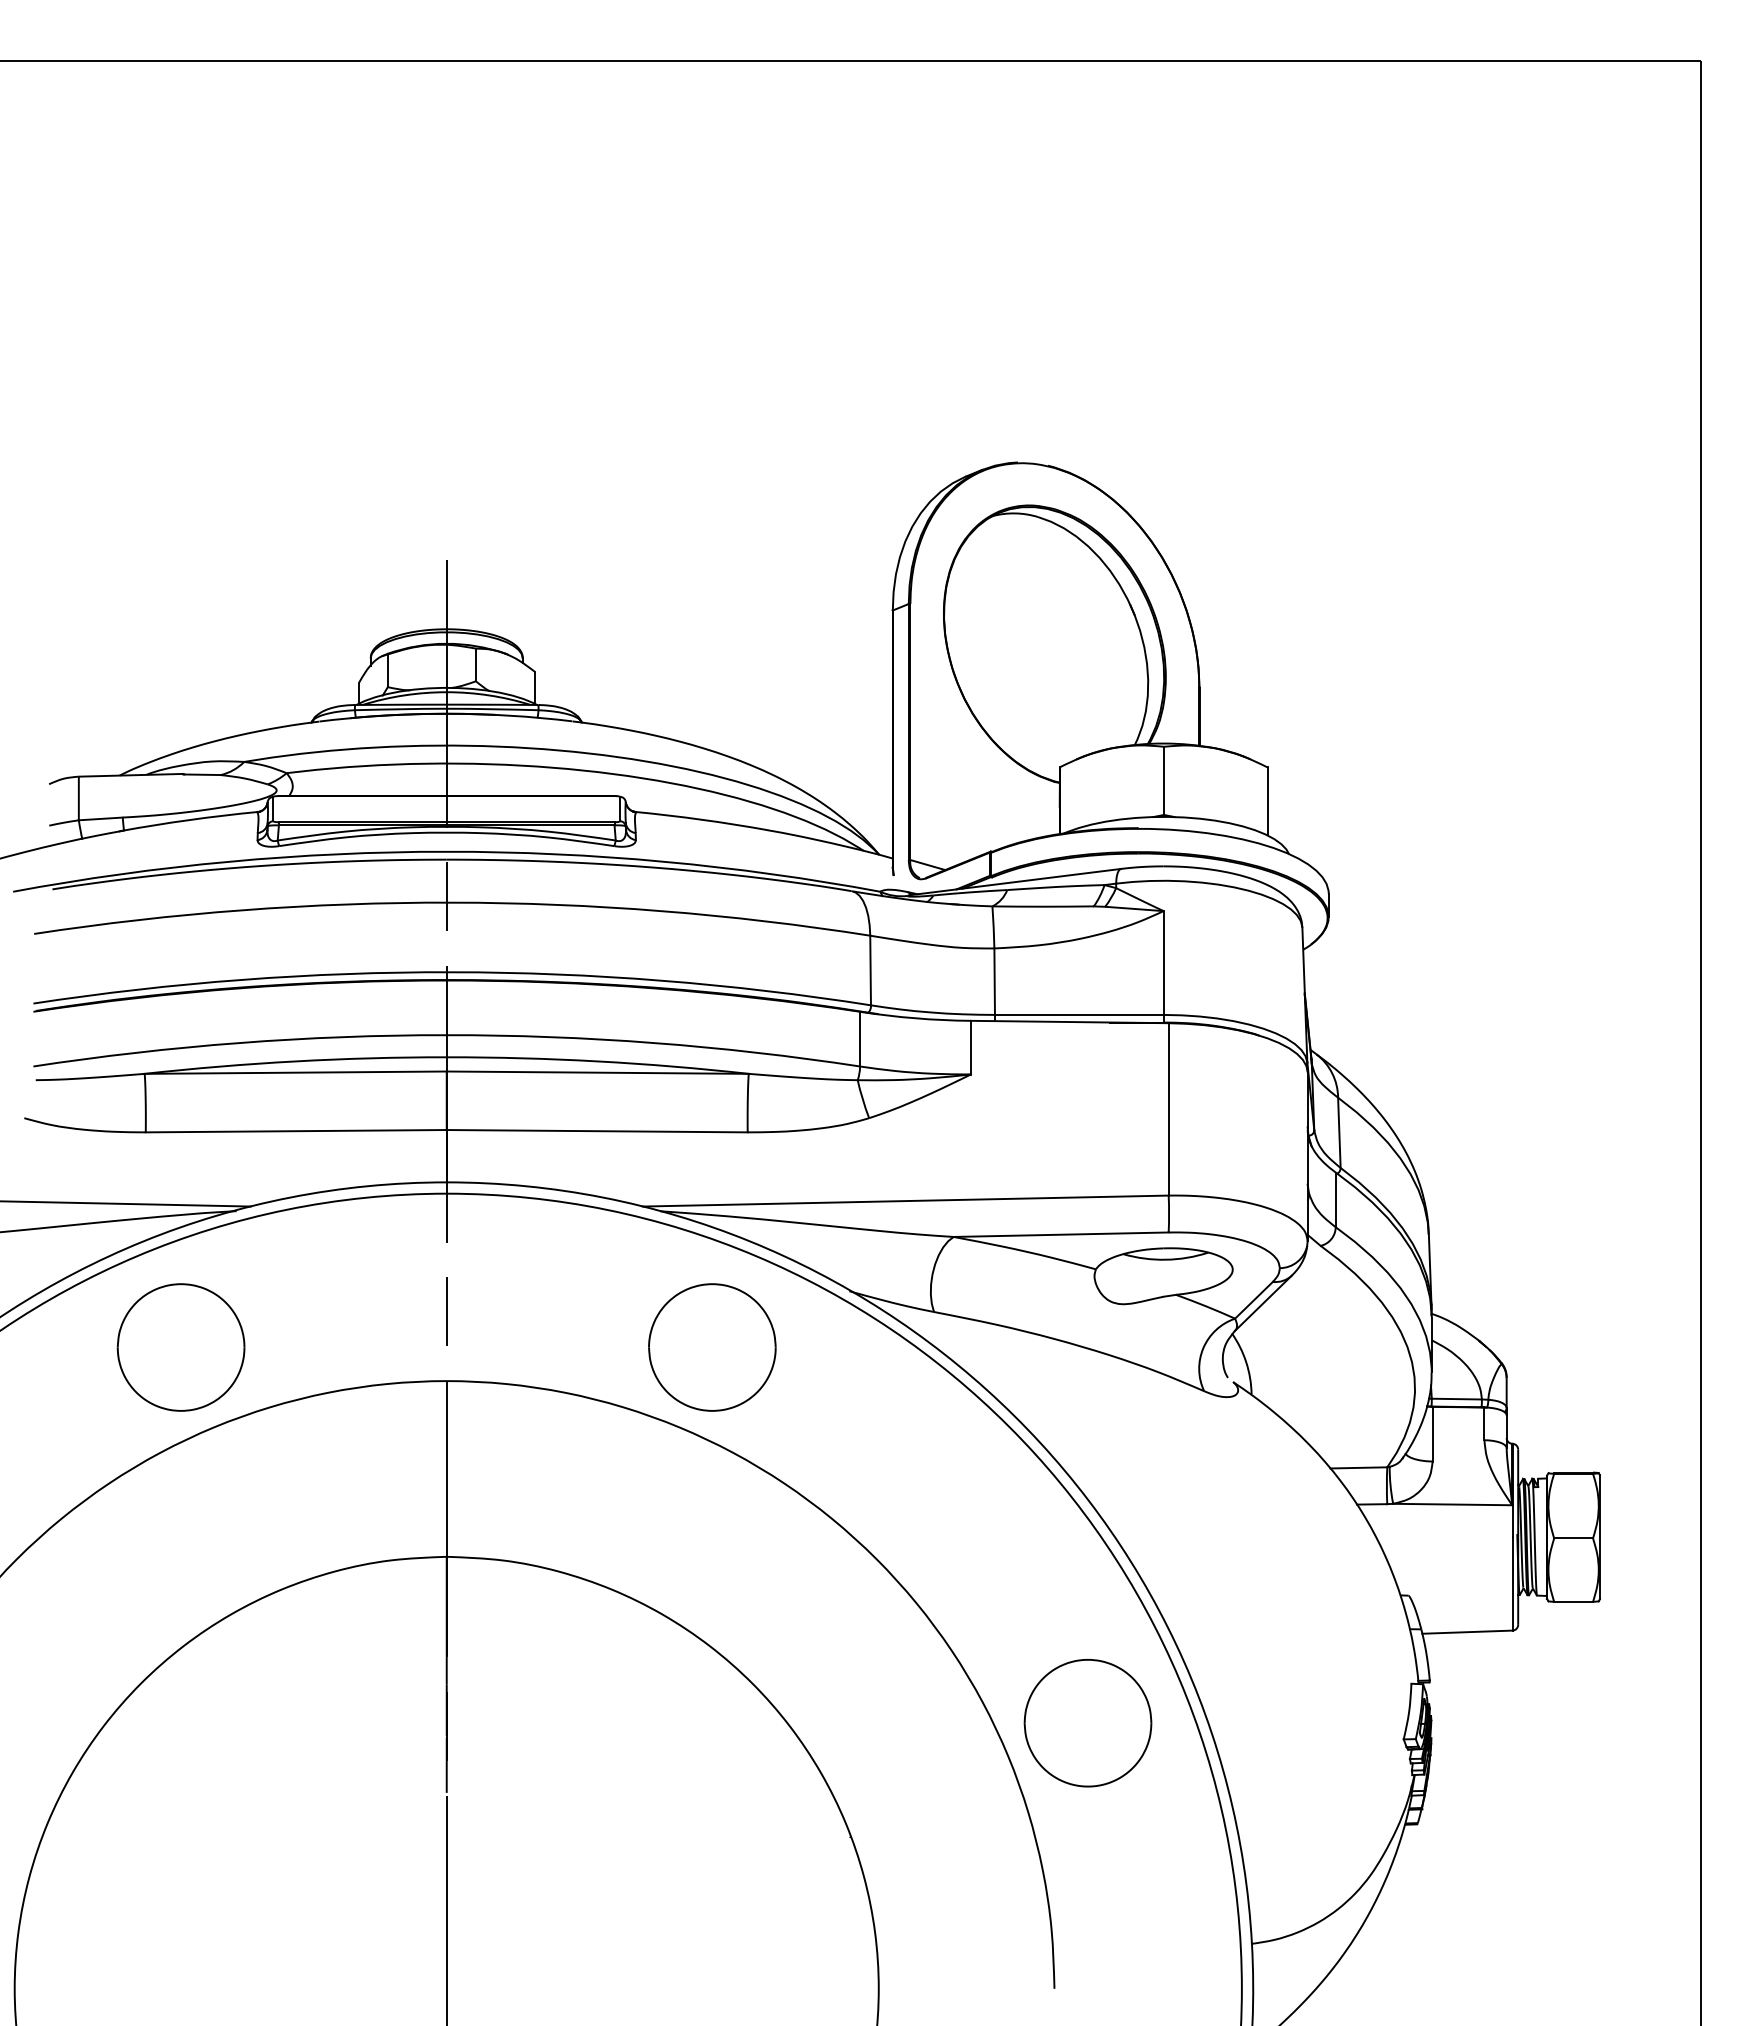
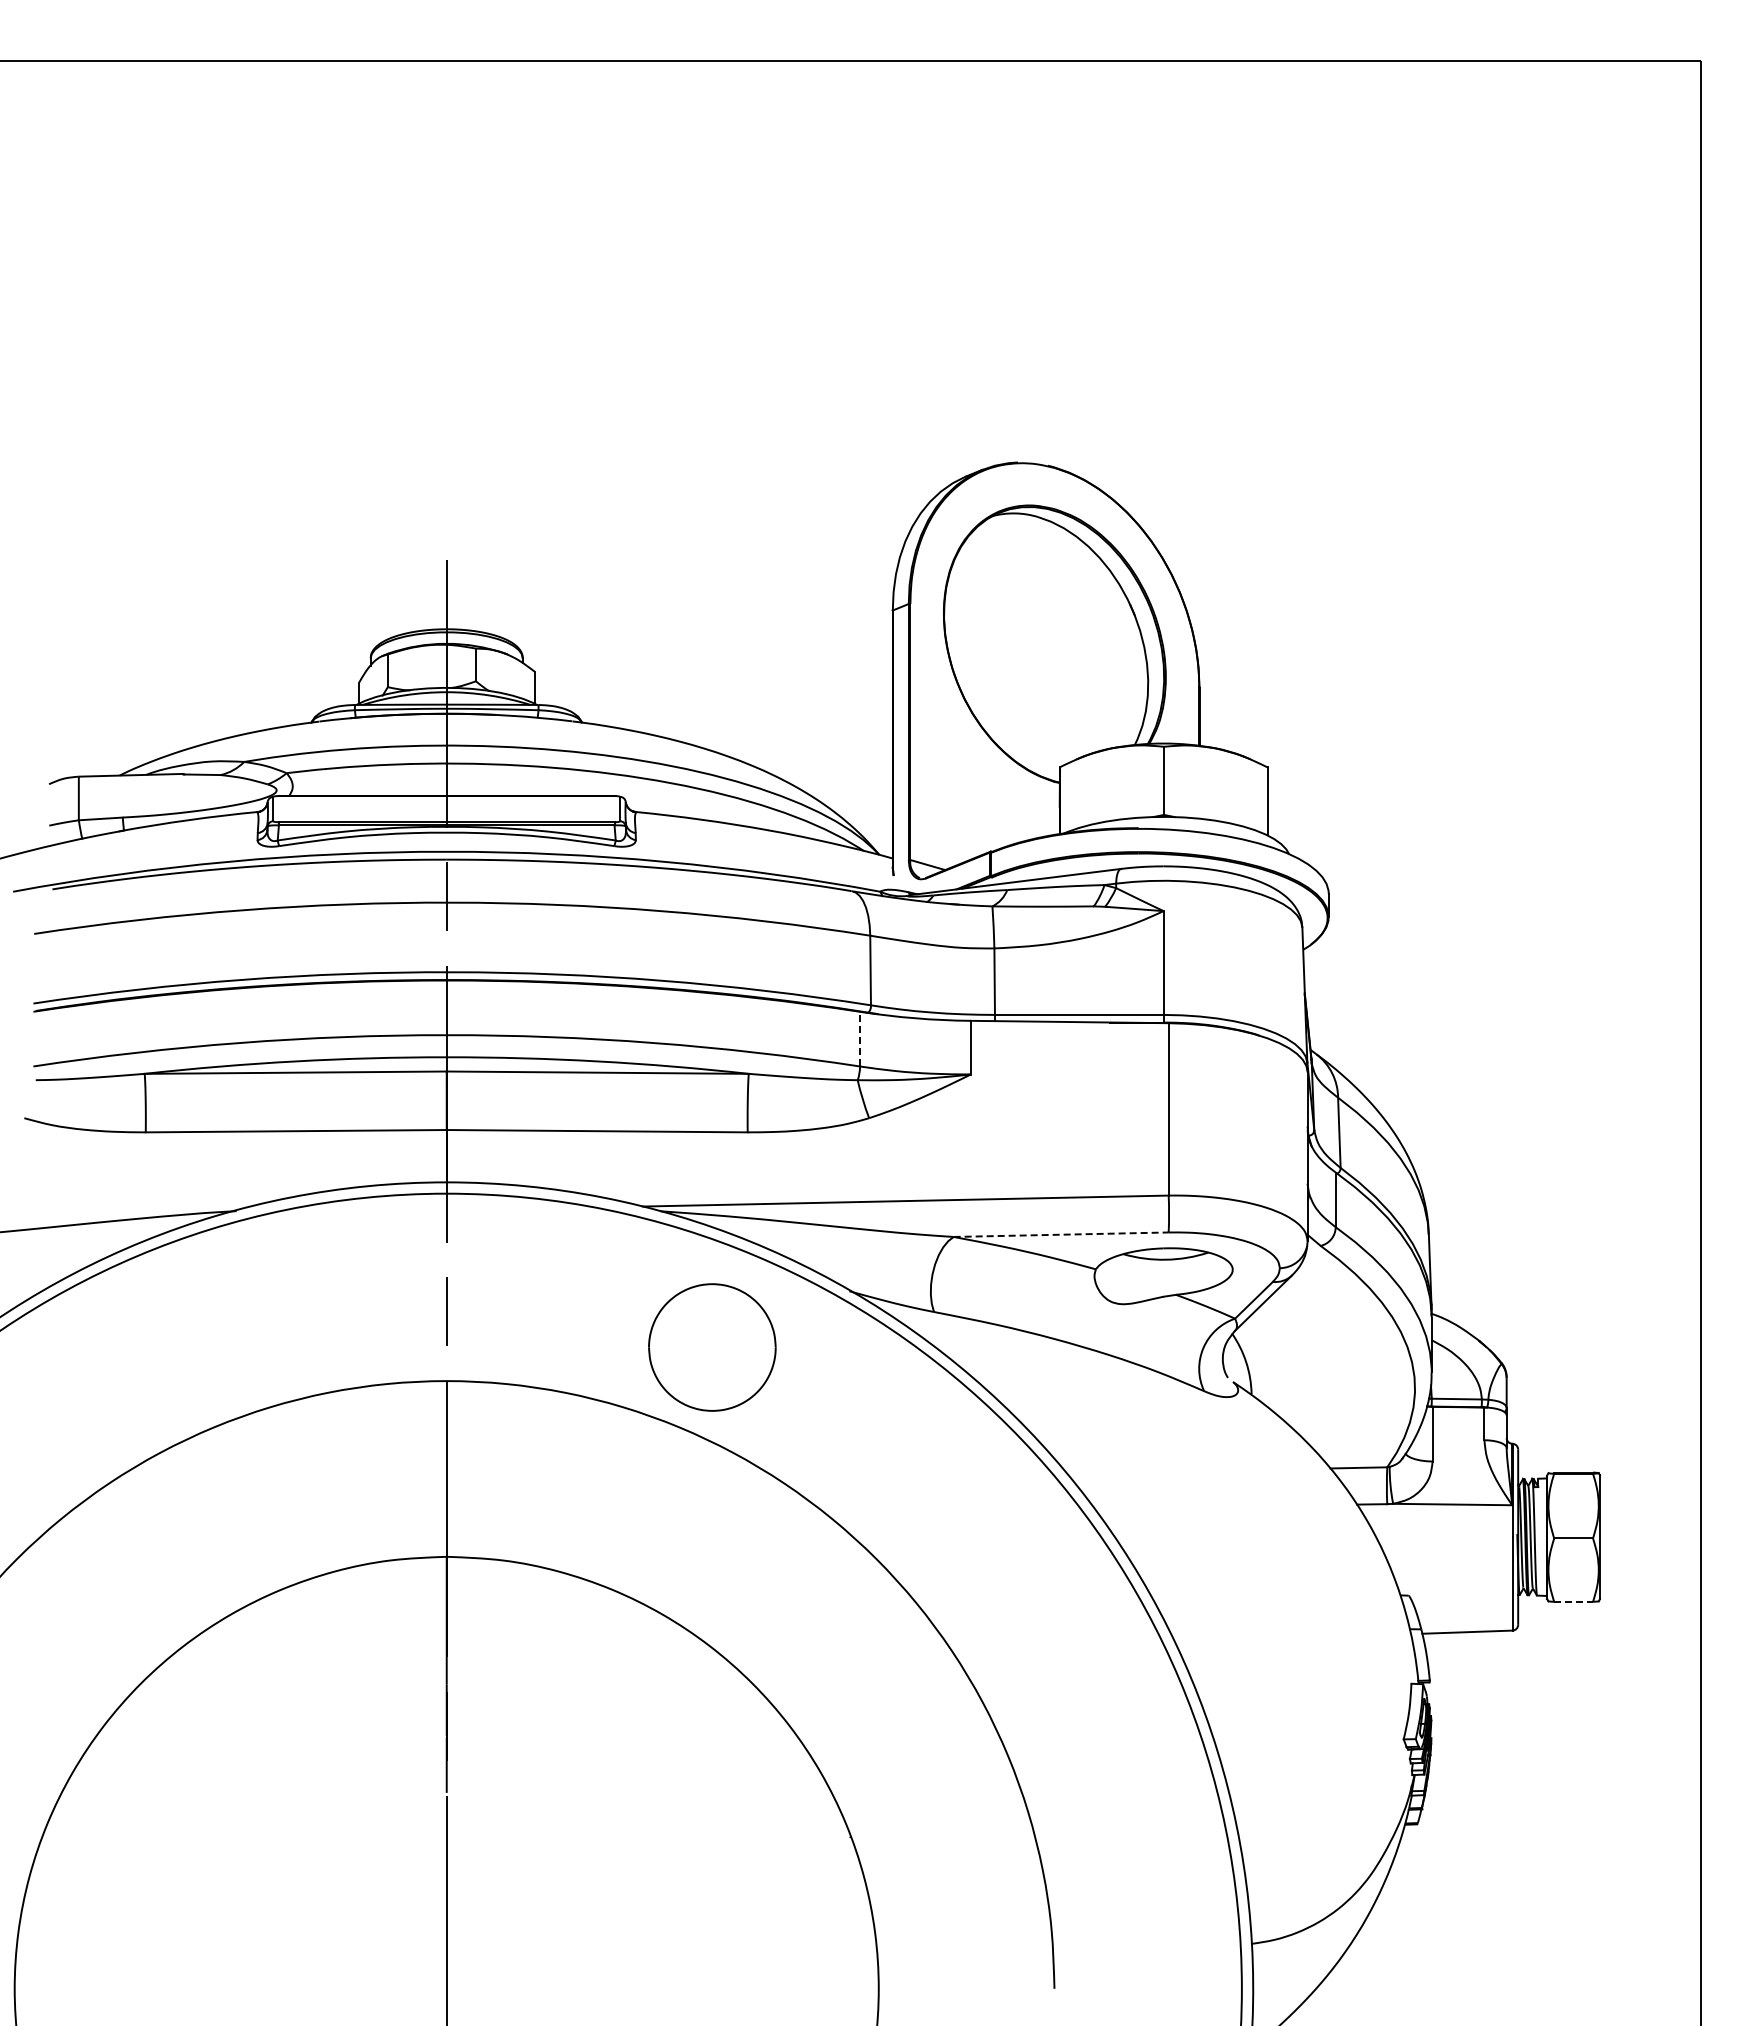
line at (860, 1038): solid -> dashed
line at (126, 1203): present -> none
line at (1061, 1234): solid -> dashed
part at (180, 1347): present -> none
line at (1574, 1601): solid -> dashed
part at (1087, 1723): present -> none
